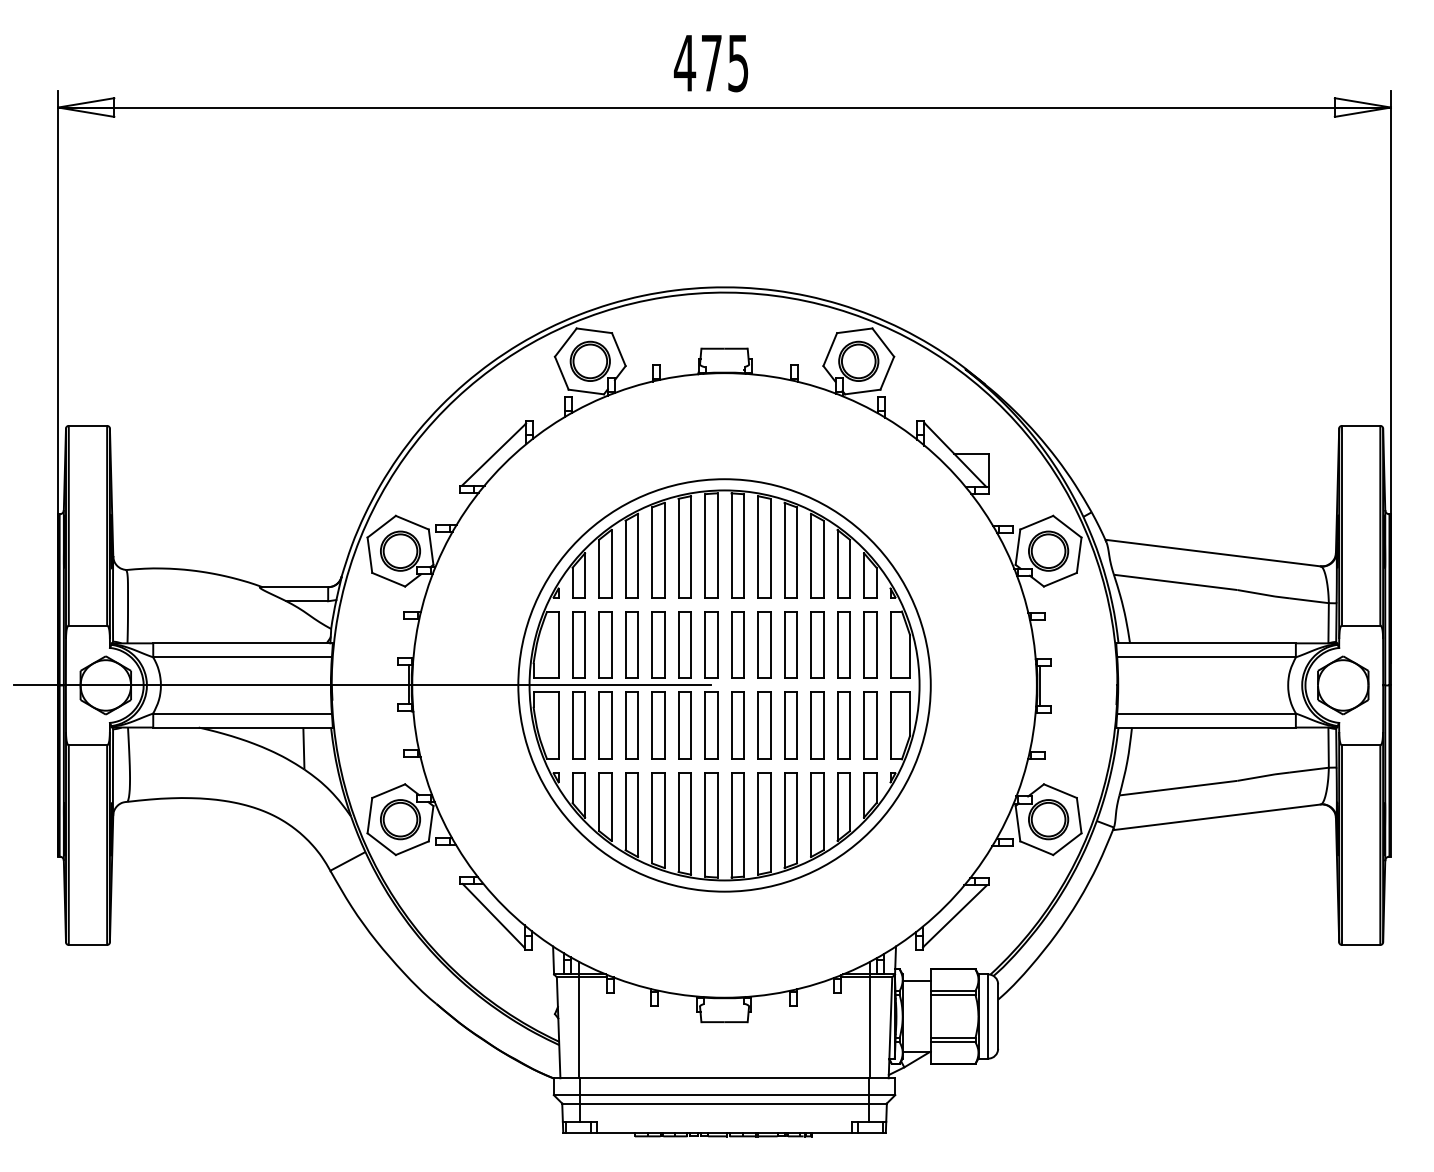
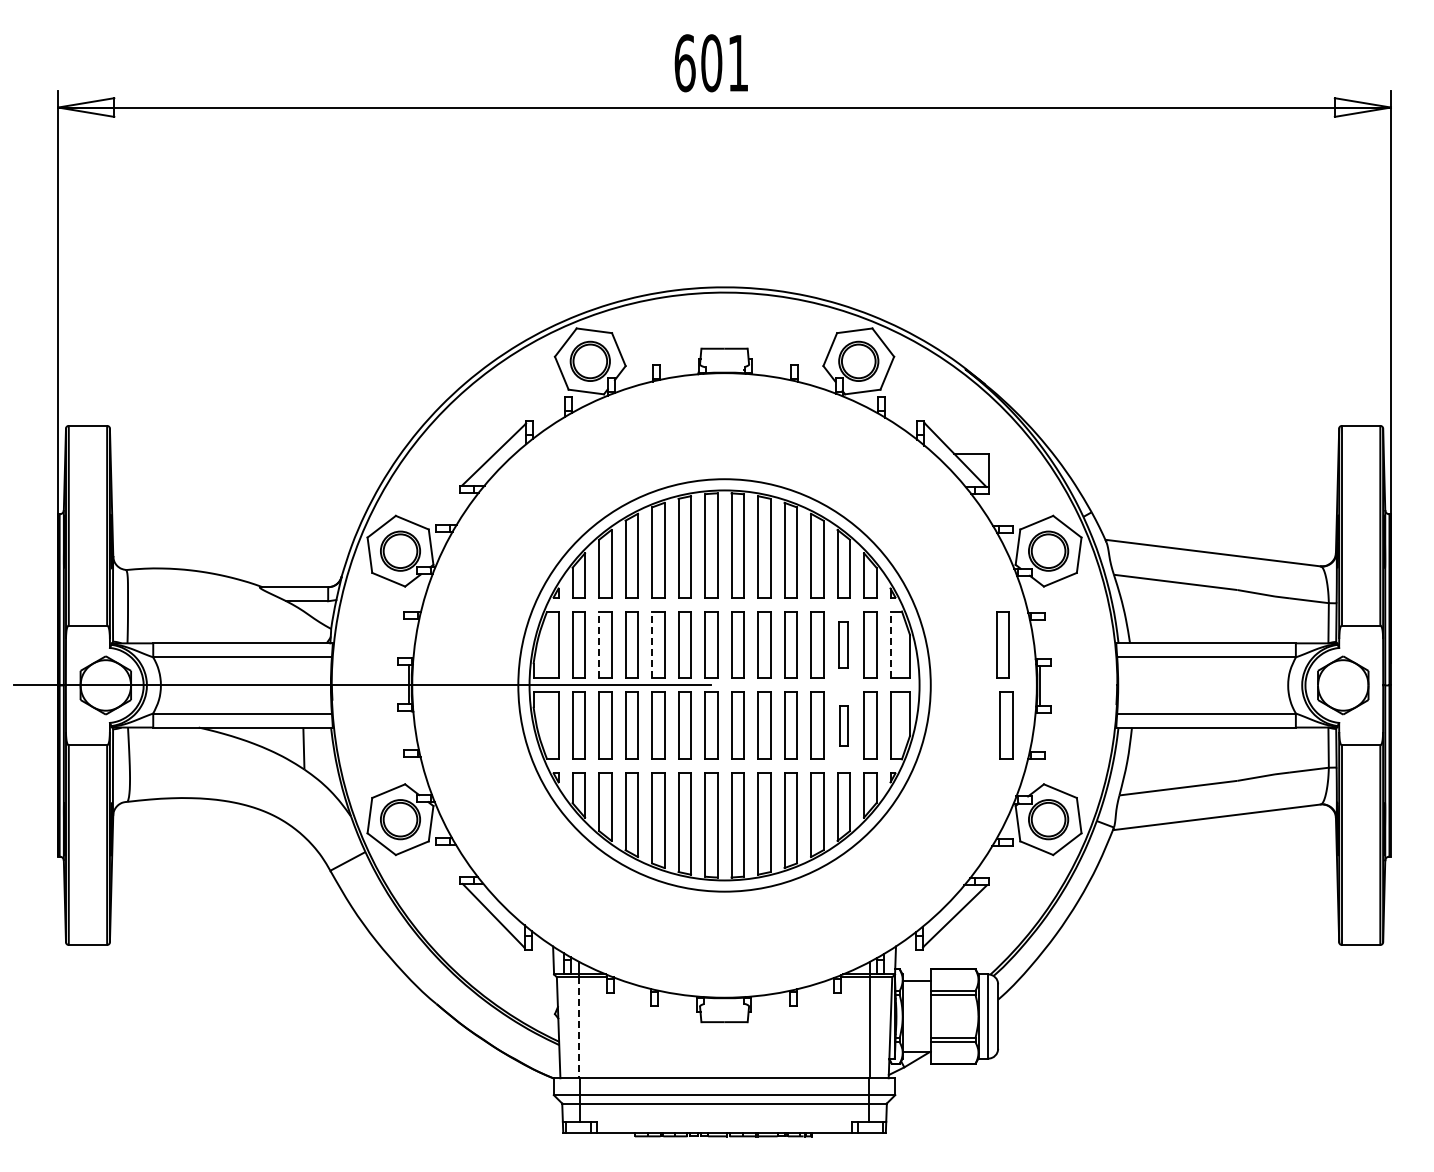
text at (710, 63): 475 -> 601
line at (599, 644): solid -> dashed
line at (652, 644): solid -> dashed
part at (843, 644) size: 14x68 px -> 11x48 px
line at (890, 644): solid -> dashed
part at (1002, 644): none -> present
part at (843, 725) size: 14x69 px -> 10x42 px
part at (1006, 725): none -> present
line at (578, 1027): solid -> dashed
